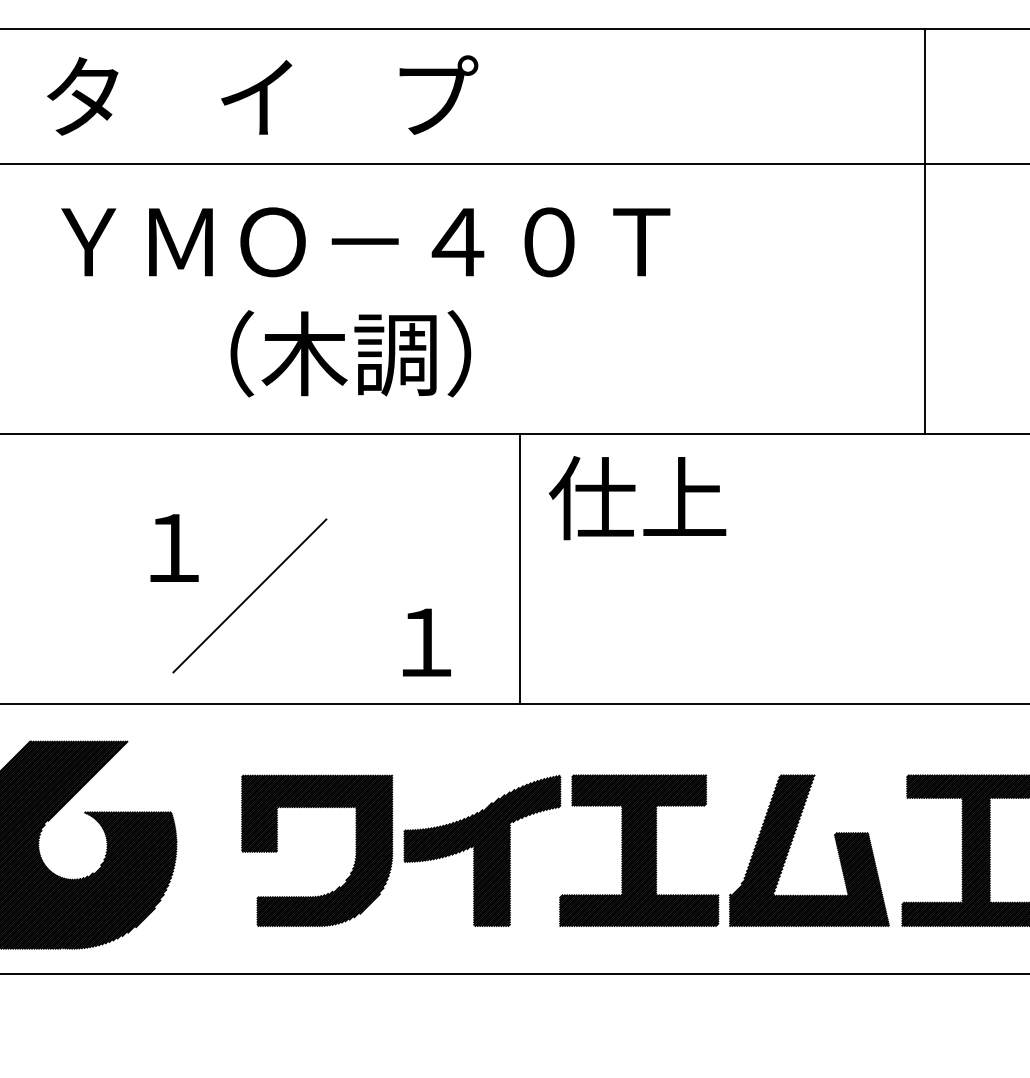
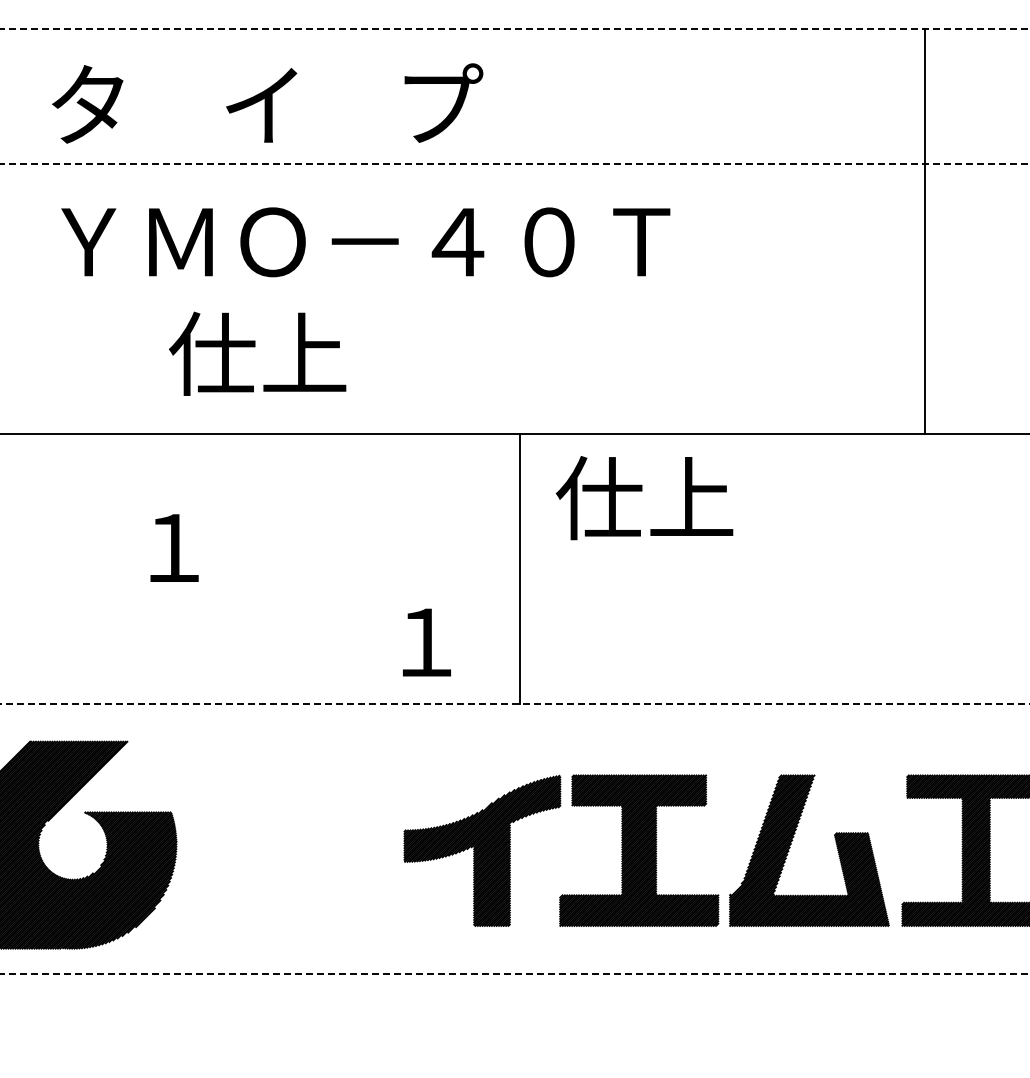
line at (515, 28): solid -> dashed
text at (262, 95) position: (262, 95) -> (267, 103)
line at (515, 163): solid -> dashed
text at (319, 353): （木調） -> 仕上
text at (637, 498) position: (637, 498) -> (644, 498)
line at (249, 595): present -> none
line at (515, 704): solid -> dashed
part at (355, 849): present -> none
line at (515, 974): solid -> dashed
